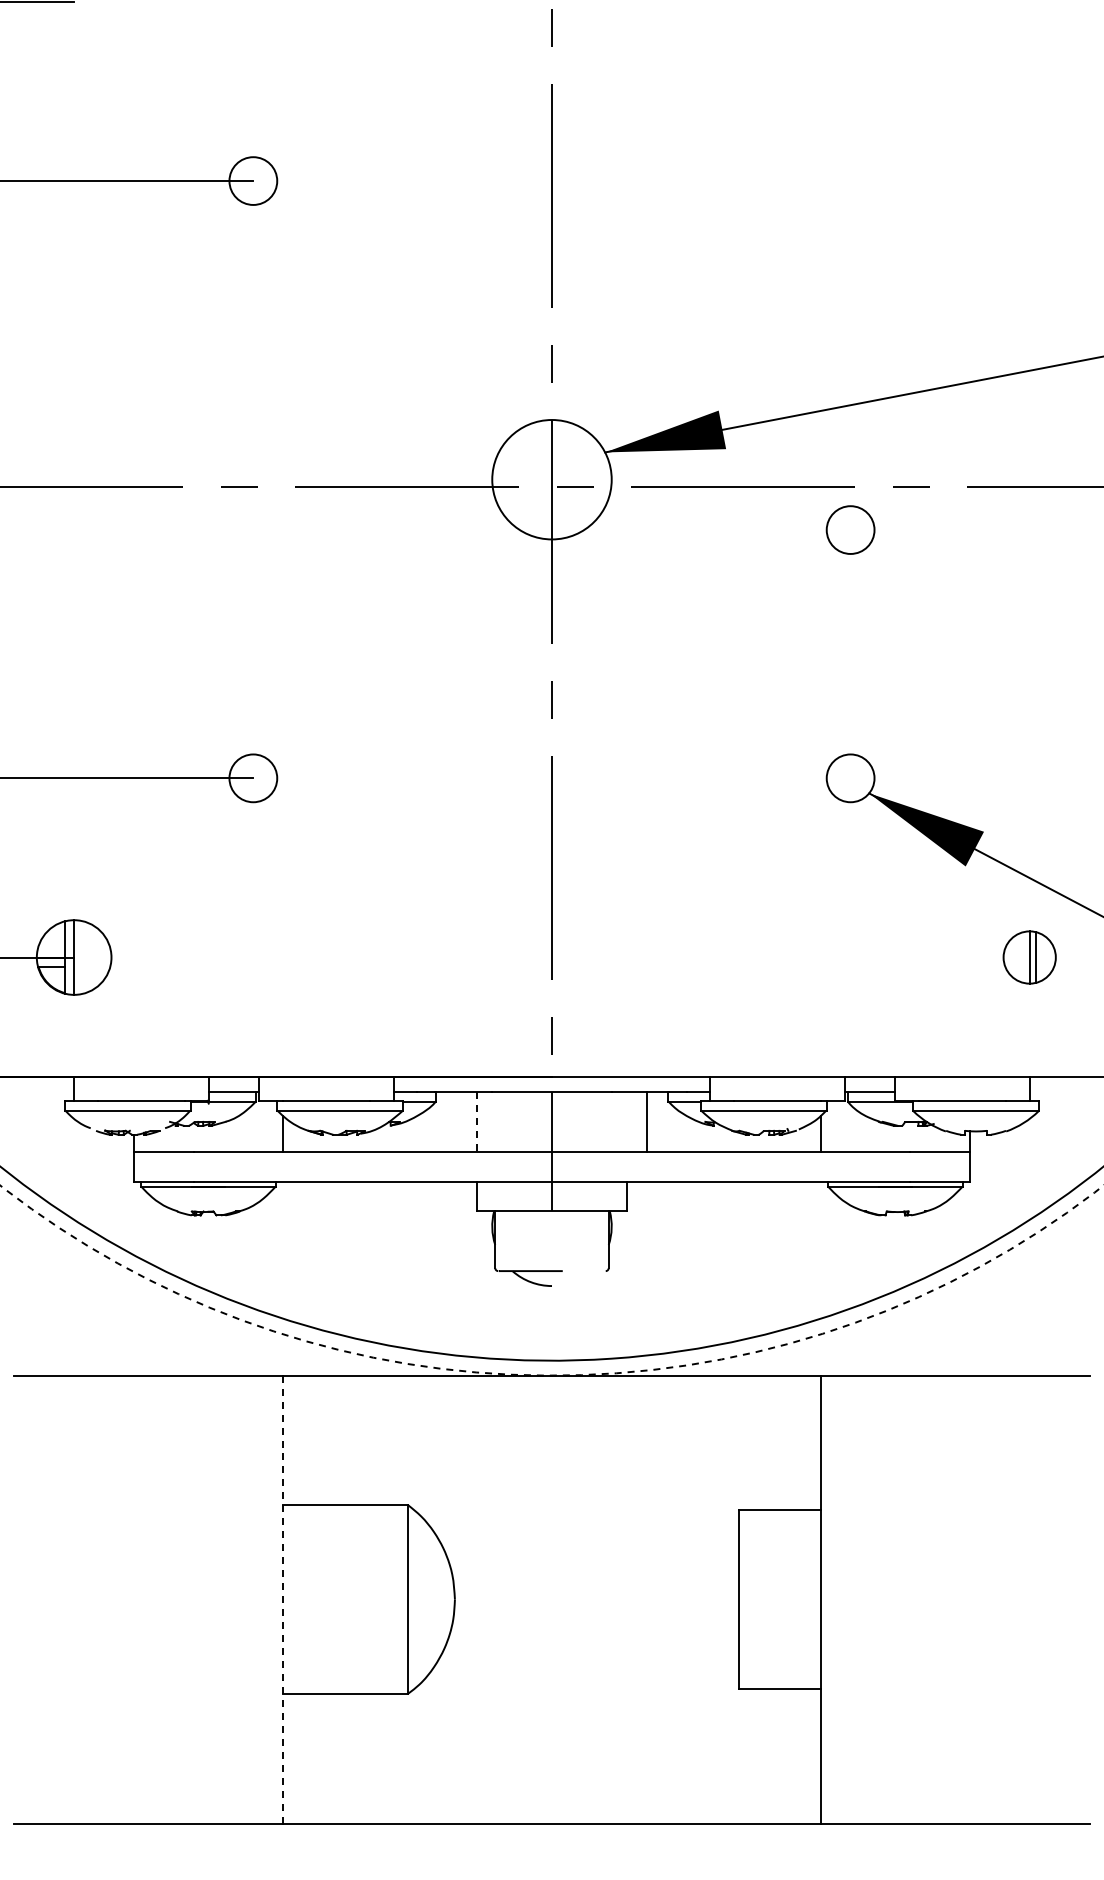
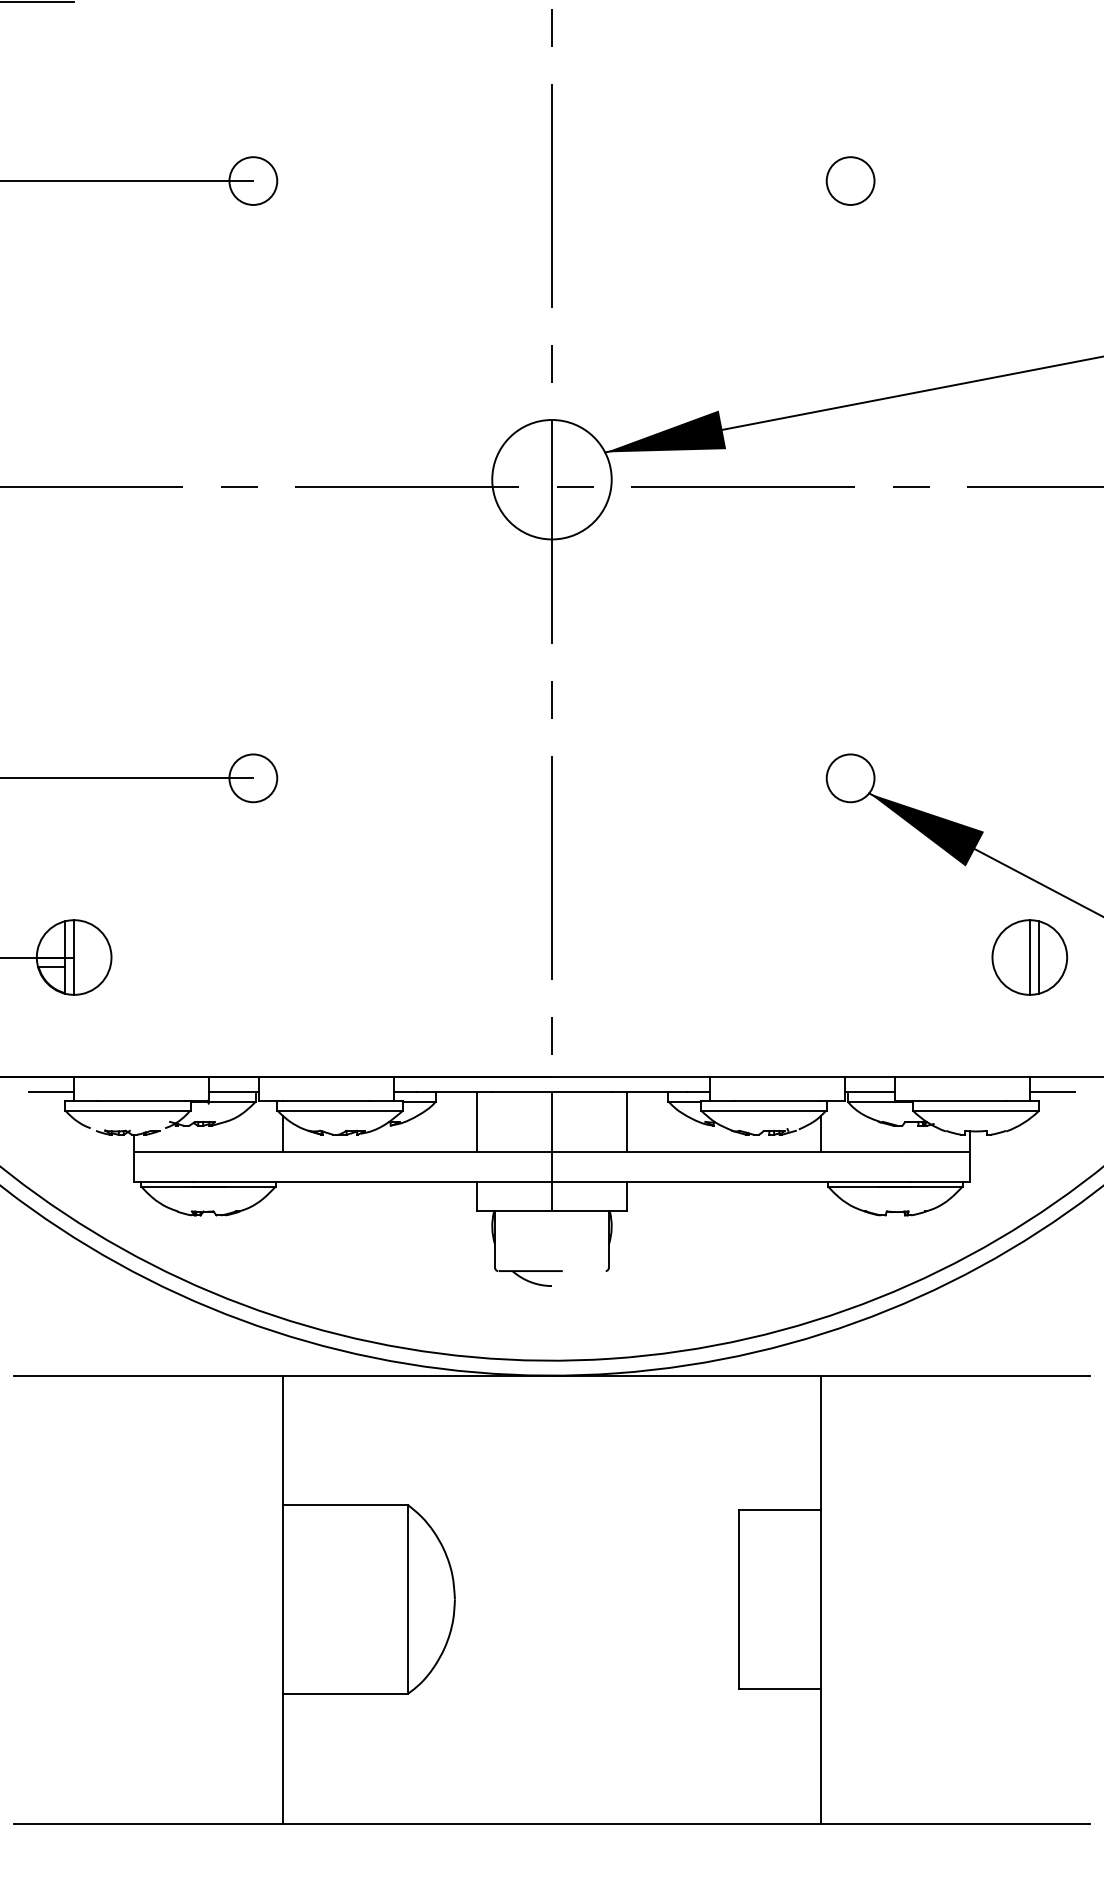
circle at (850, 529) position: (850, 529) -> (850, 180)
part at (1029, 957) size: 55x55 px -> 77x77 px
line at (51, 1091): none -> present
line at (1051, 1091): none -> present
line at (477, 1121): dashed -> solid
line at (646, 1121) position: (646, 1121) -> (626, 1121)
arc at (551, 1375): dashed -> solid
line at (283, 1599): dashed -> solid
